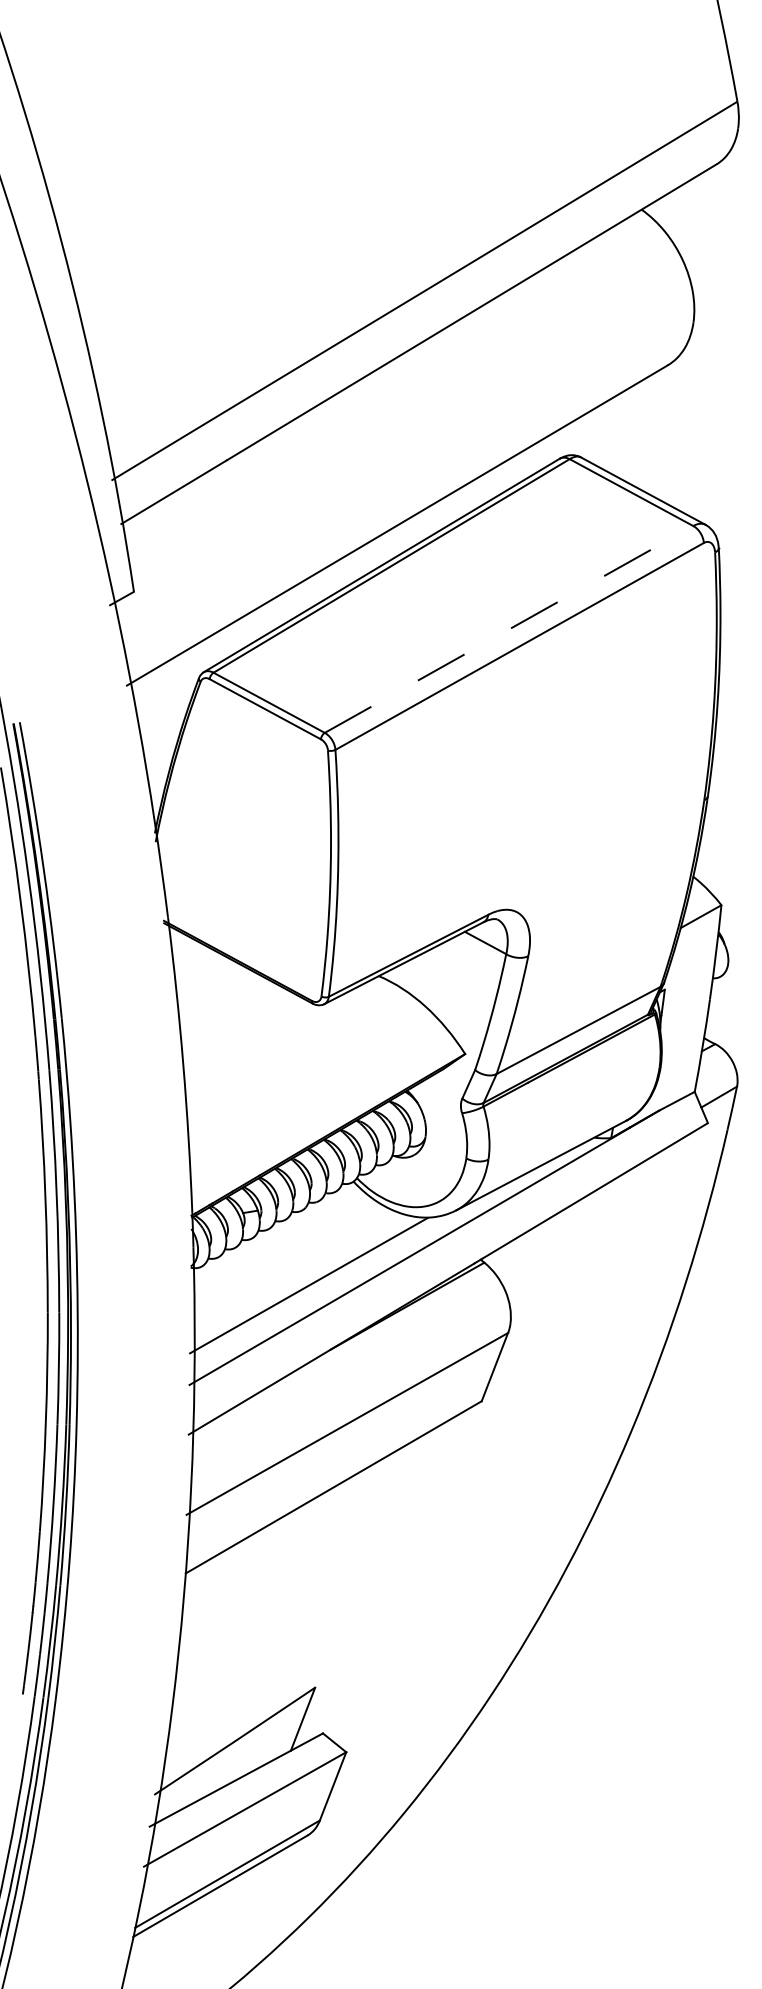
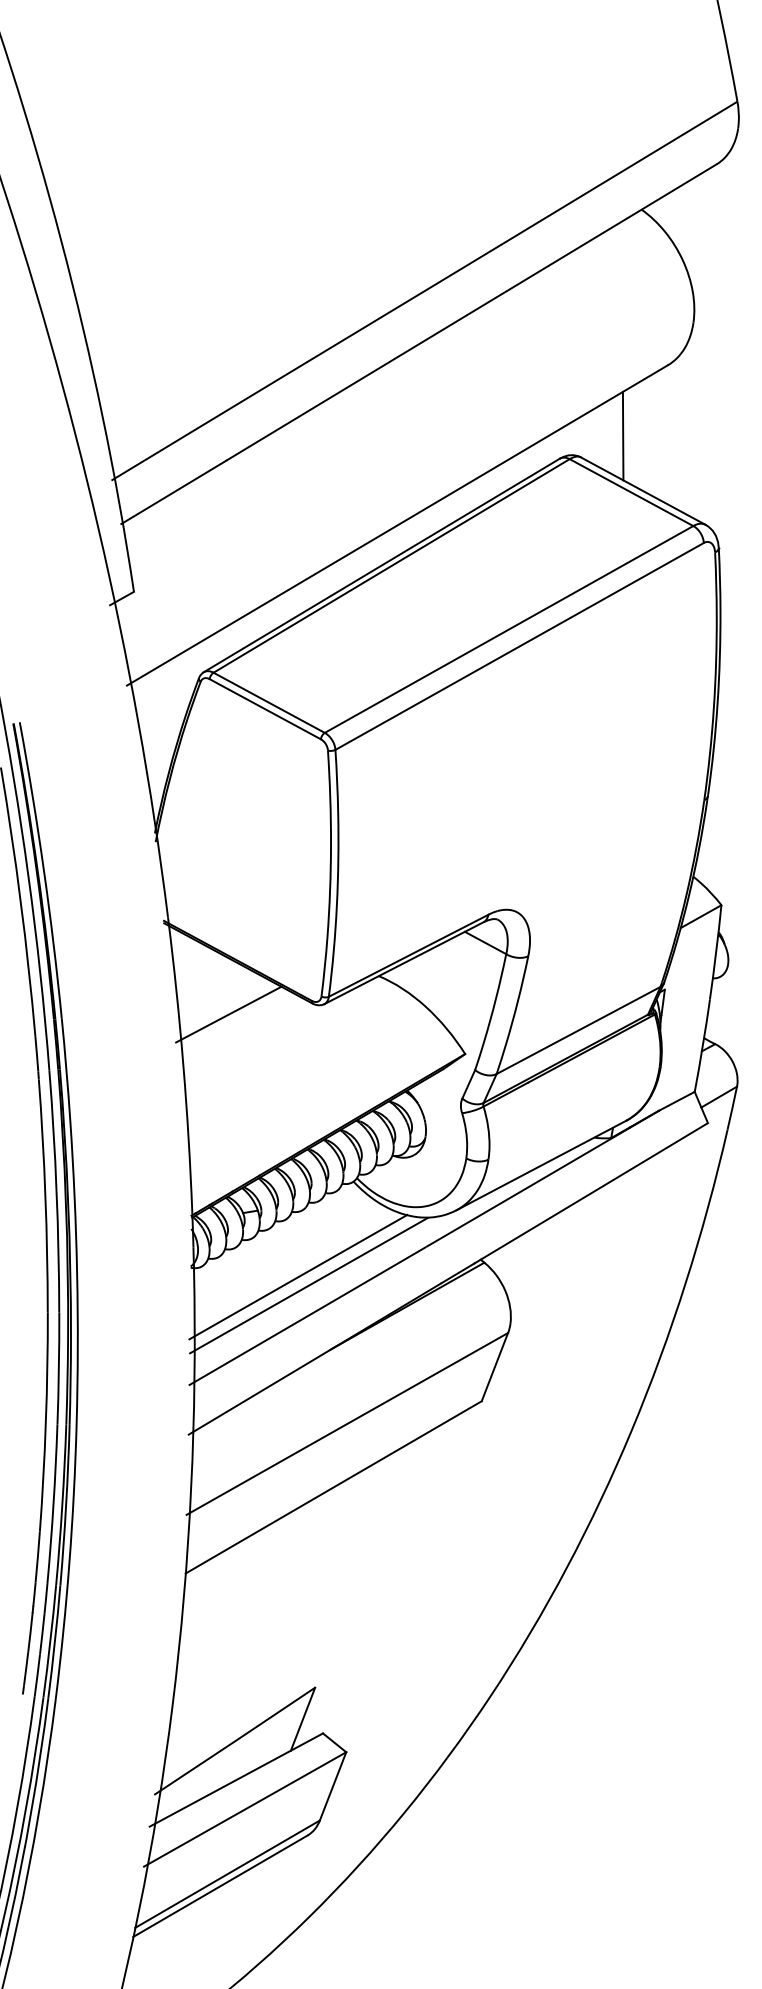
line at (622, 435): none -> present
line at (509, 629): dashed -> solid
line at (228, 1014): none -> present
line at (298, 1276): none -> present
